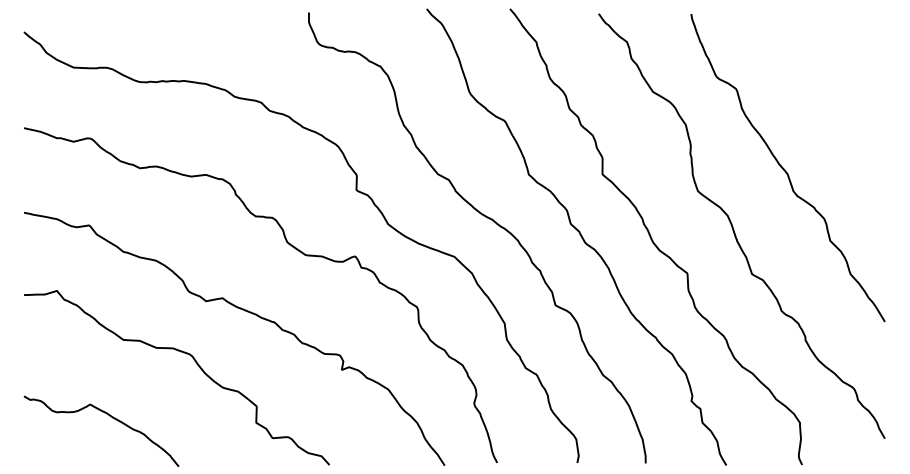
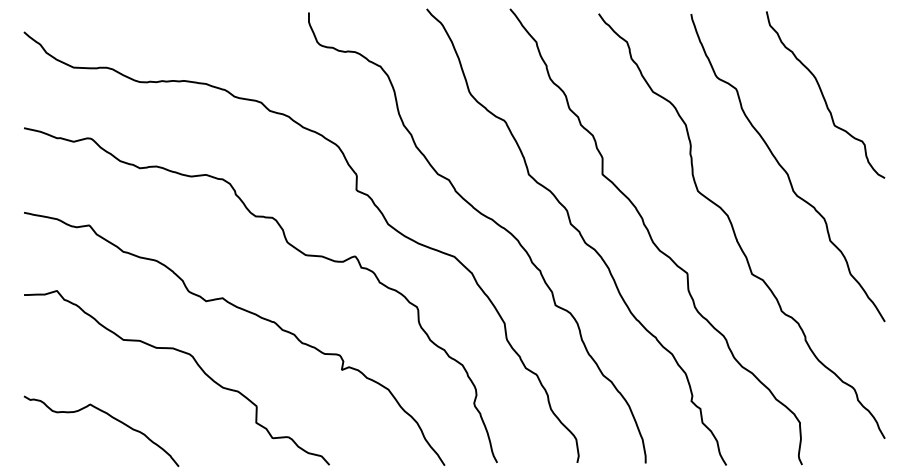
curve at (823, 94): none -> present
